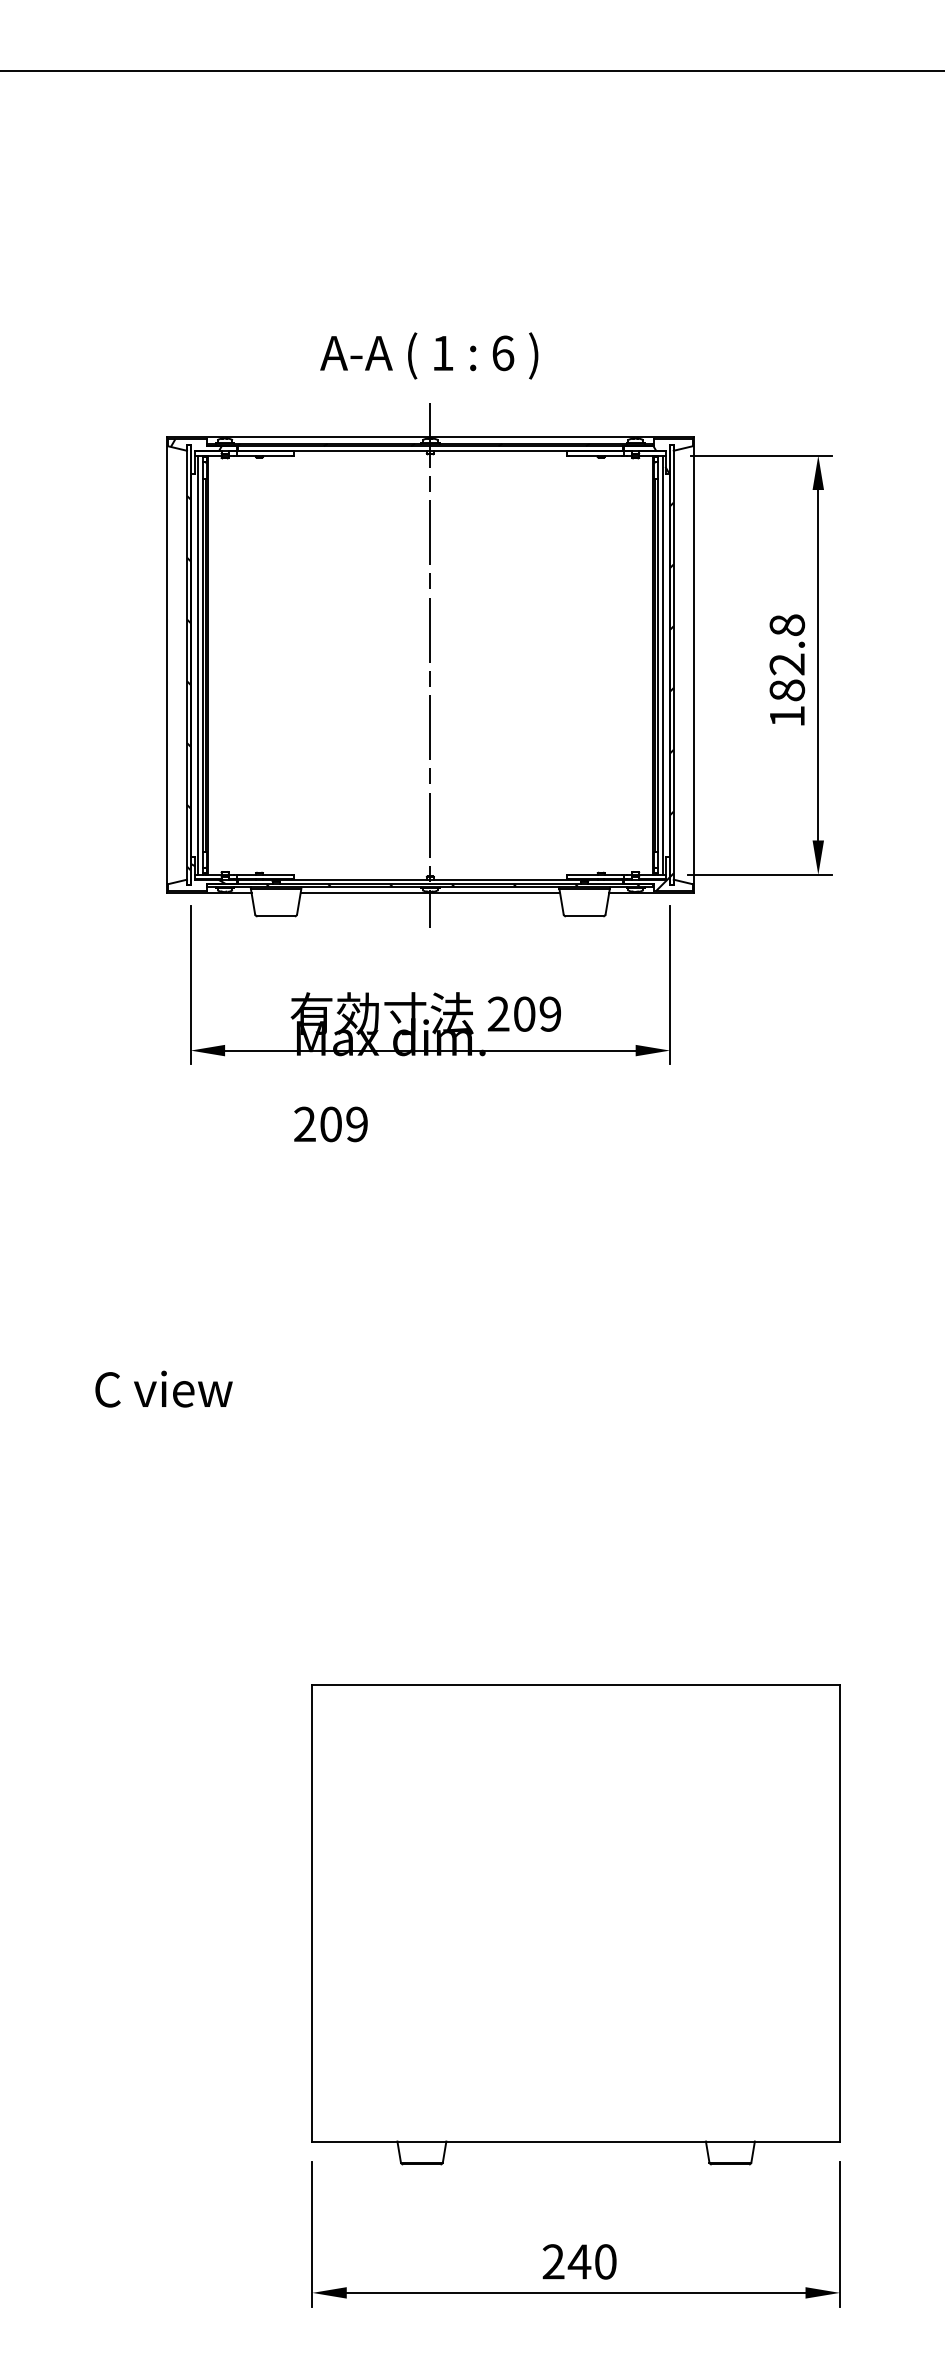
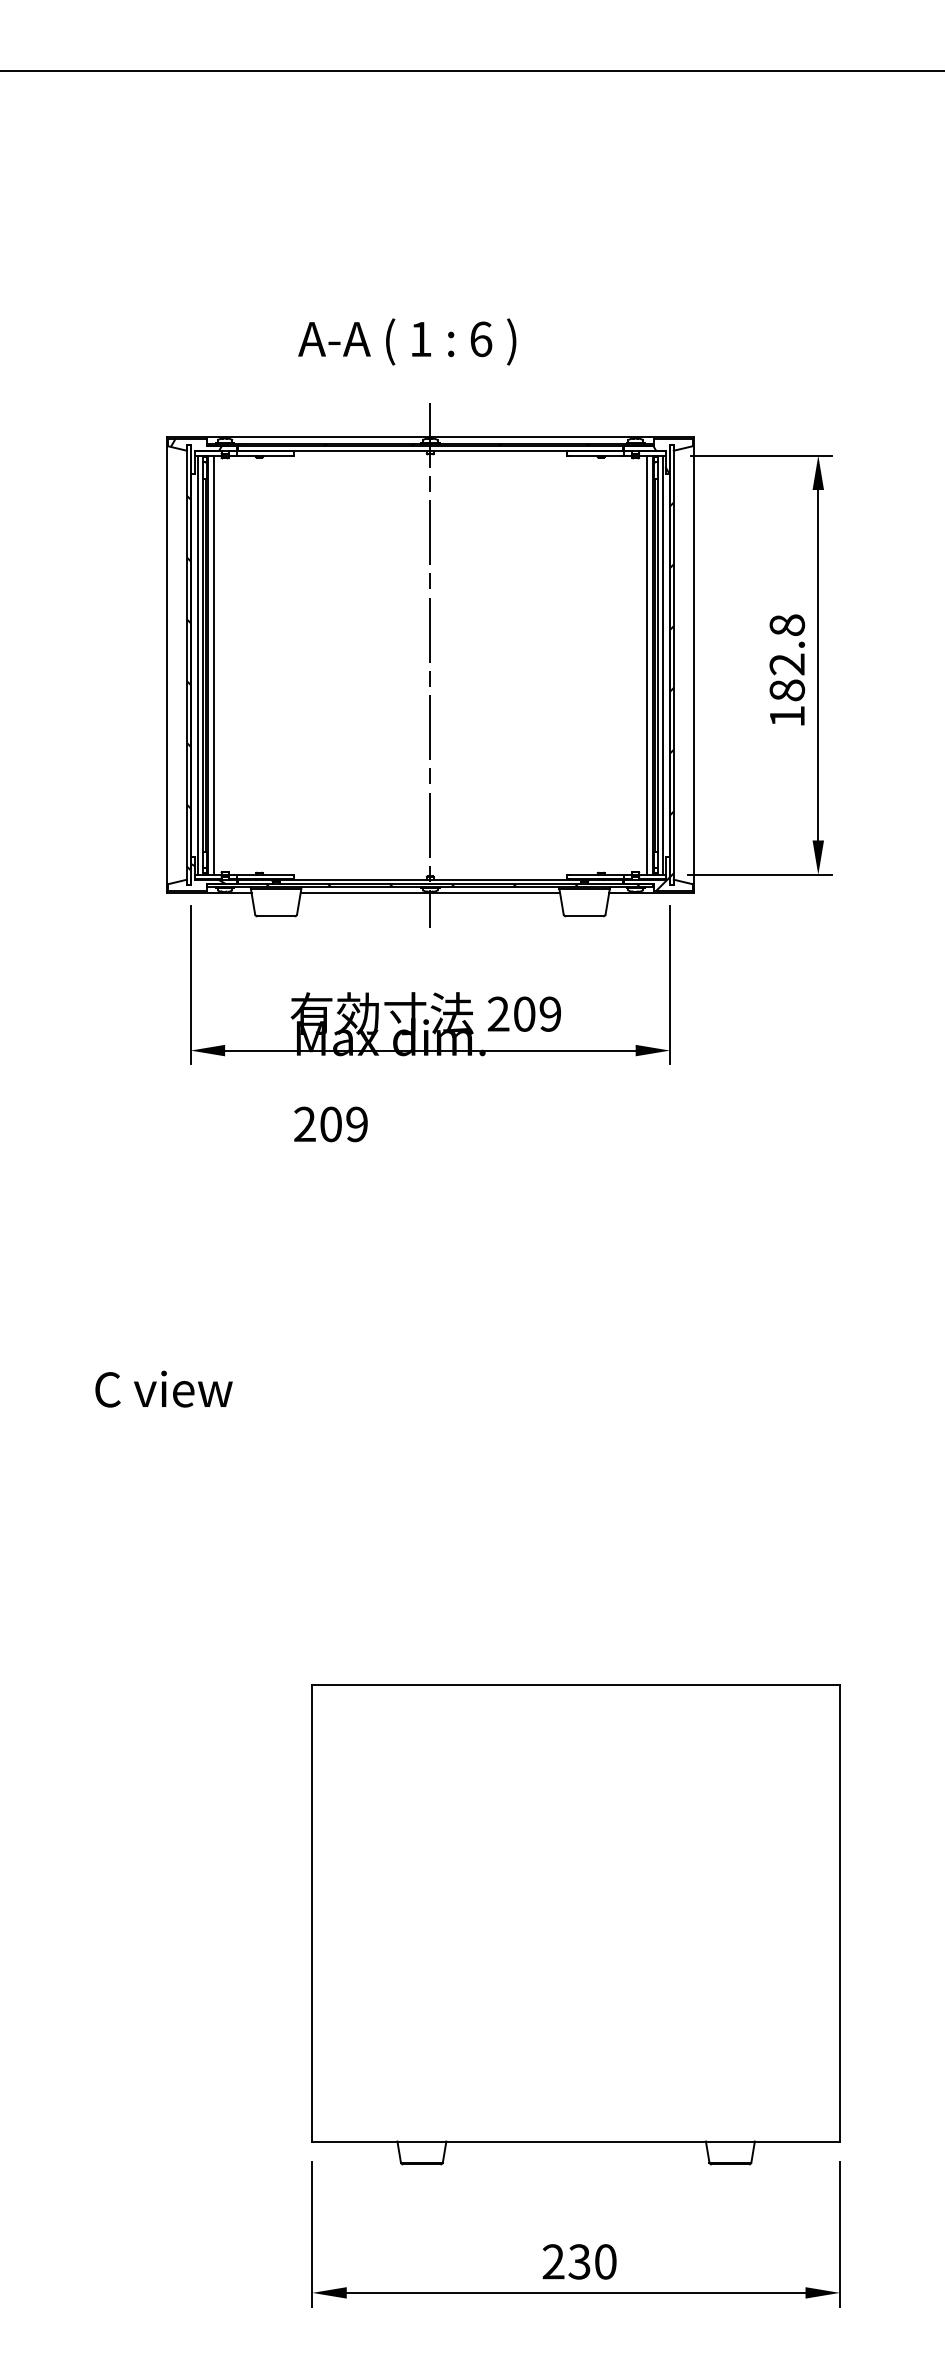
text at (429, 355) position: (429, 355) -> (407, 341)
line at (213, 664): none -> present
line at (647, 664): none -> present
text at (579, 2261): 240 -> 230
